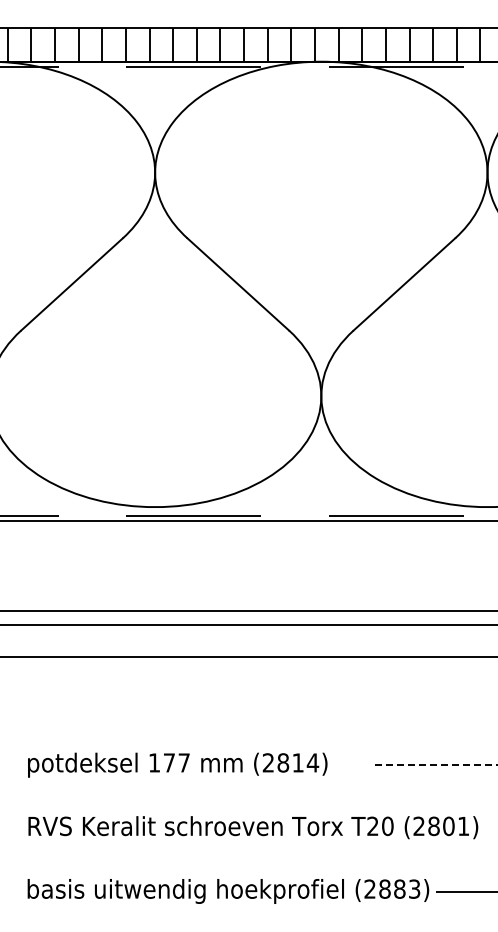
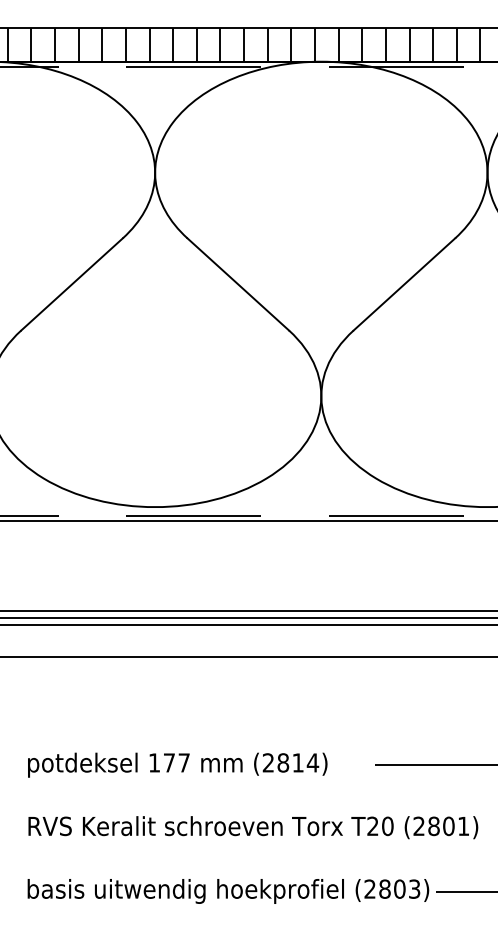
line at (248, 618): none -> present
line at (436, 765): dashed -> solid
text at (399, 888): (2883) -> (2803)
